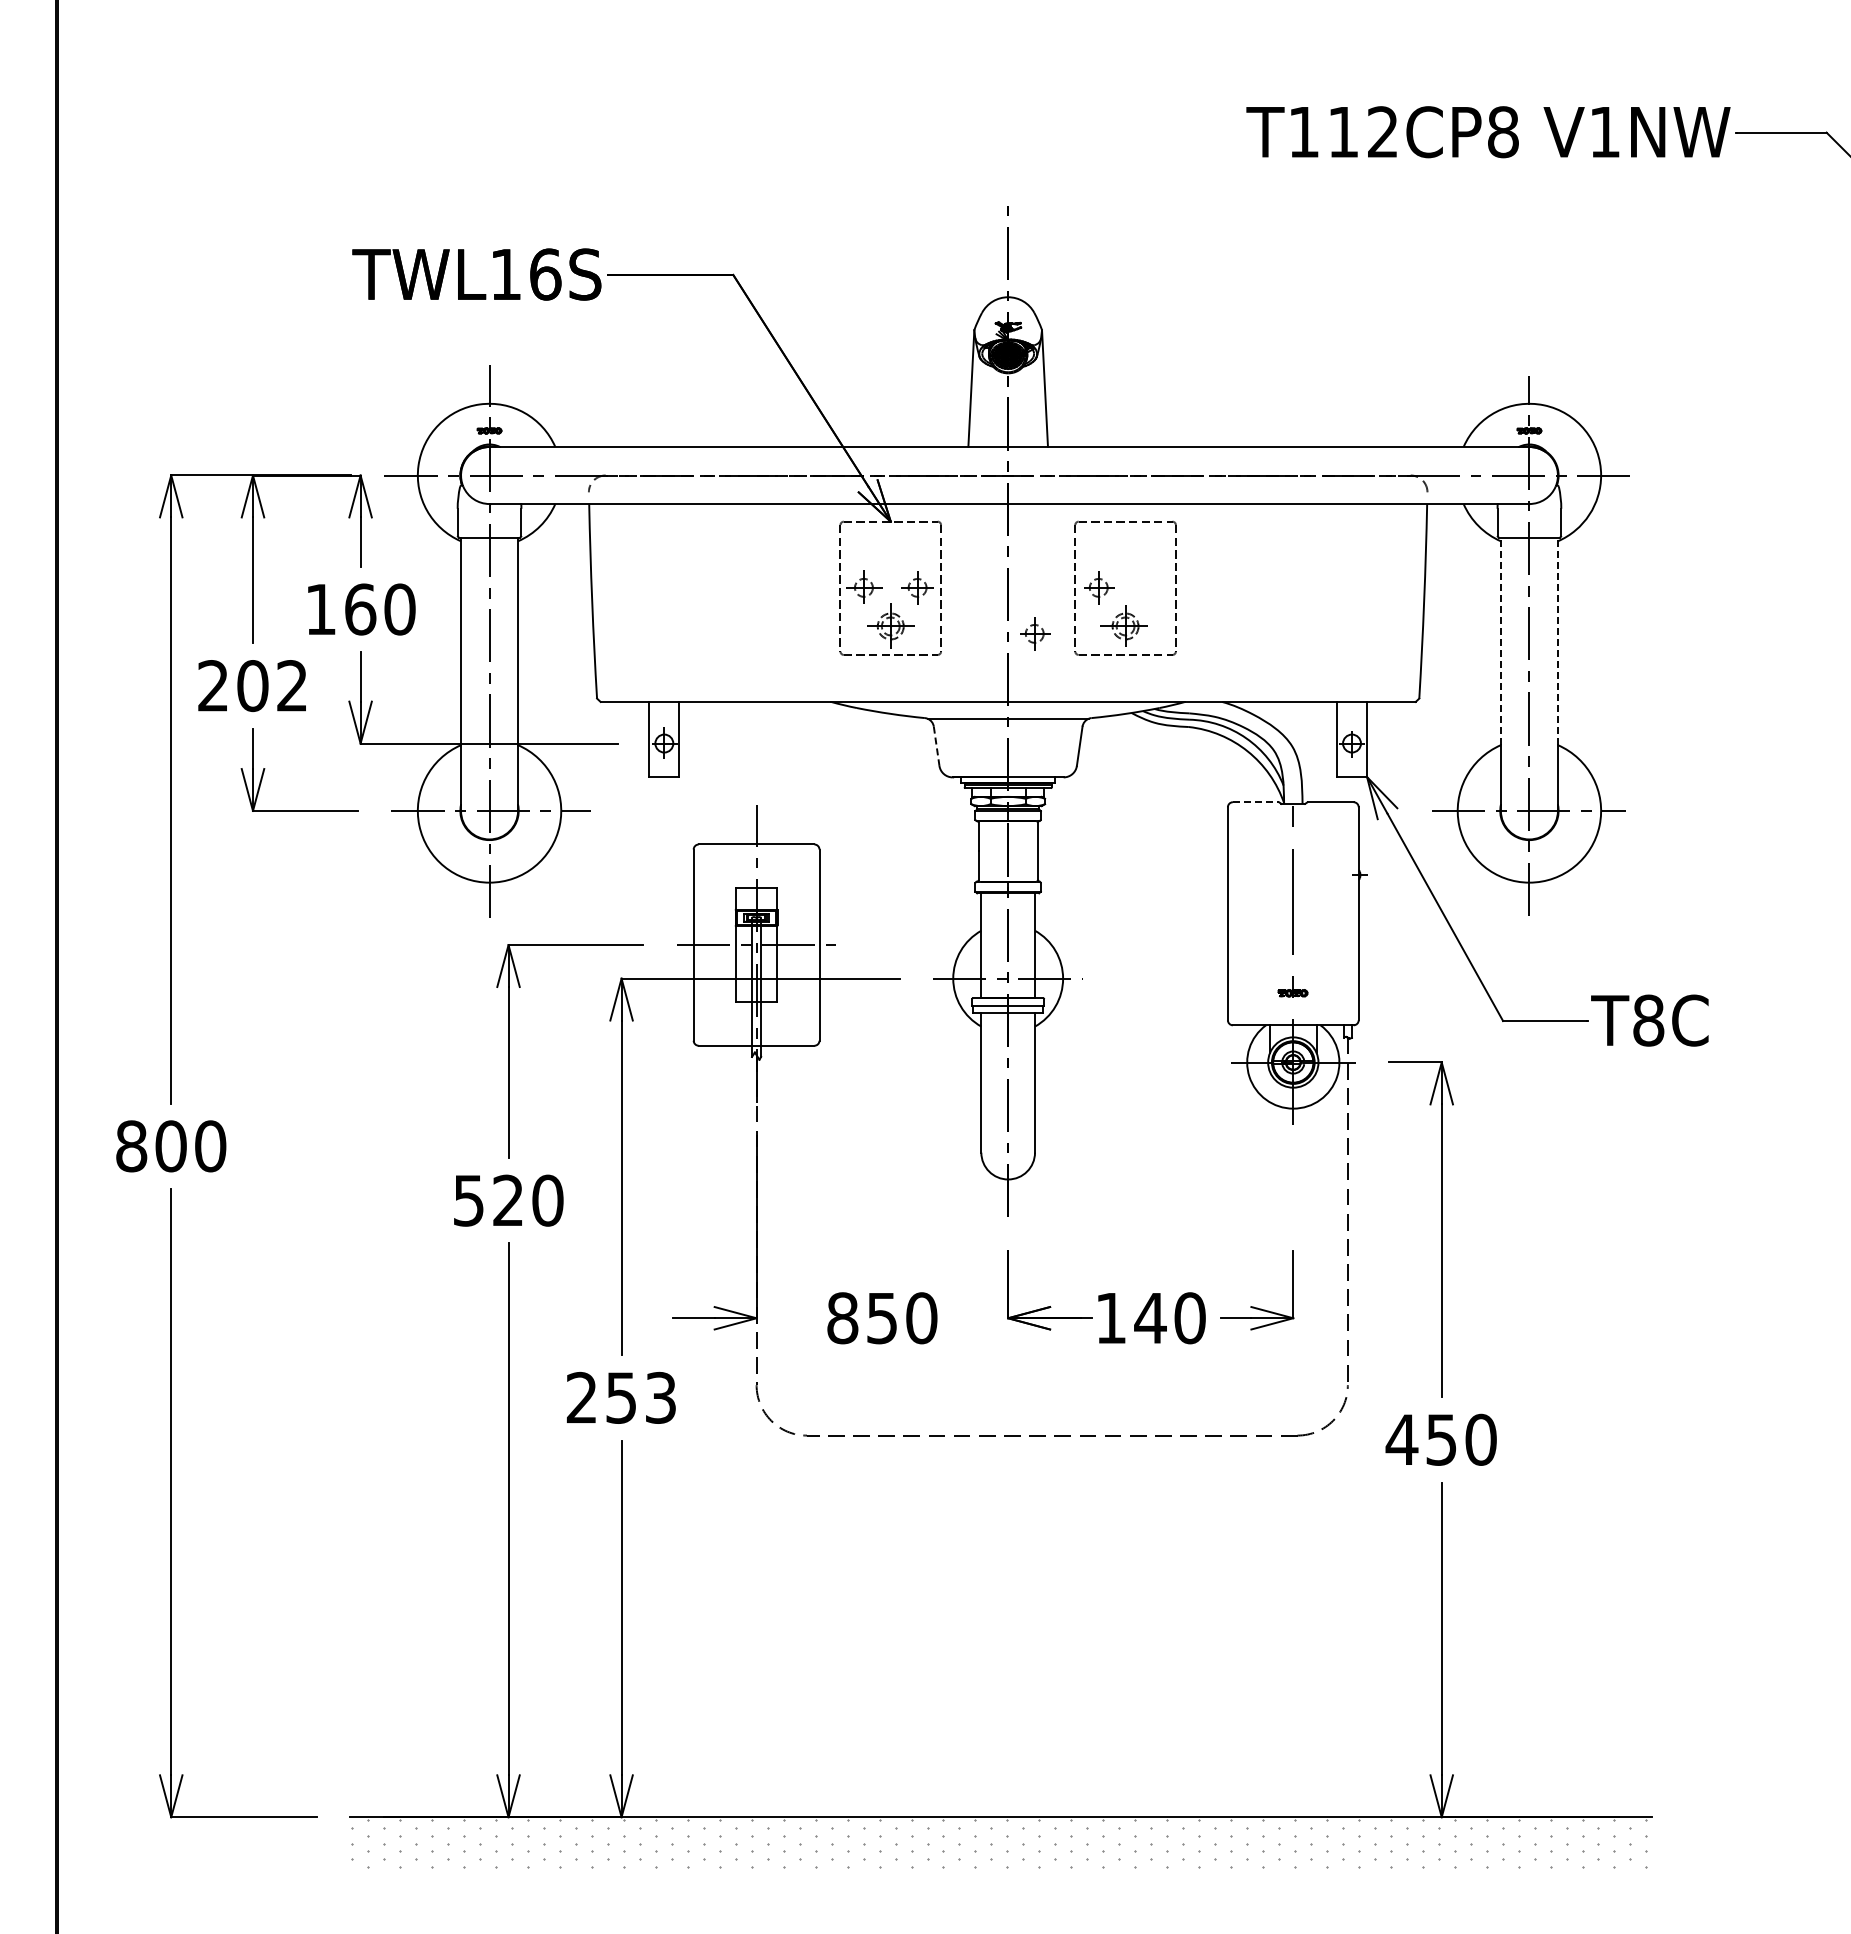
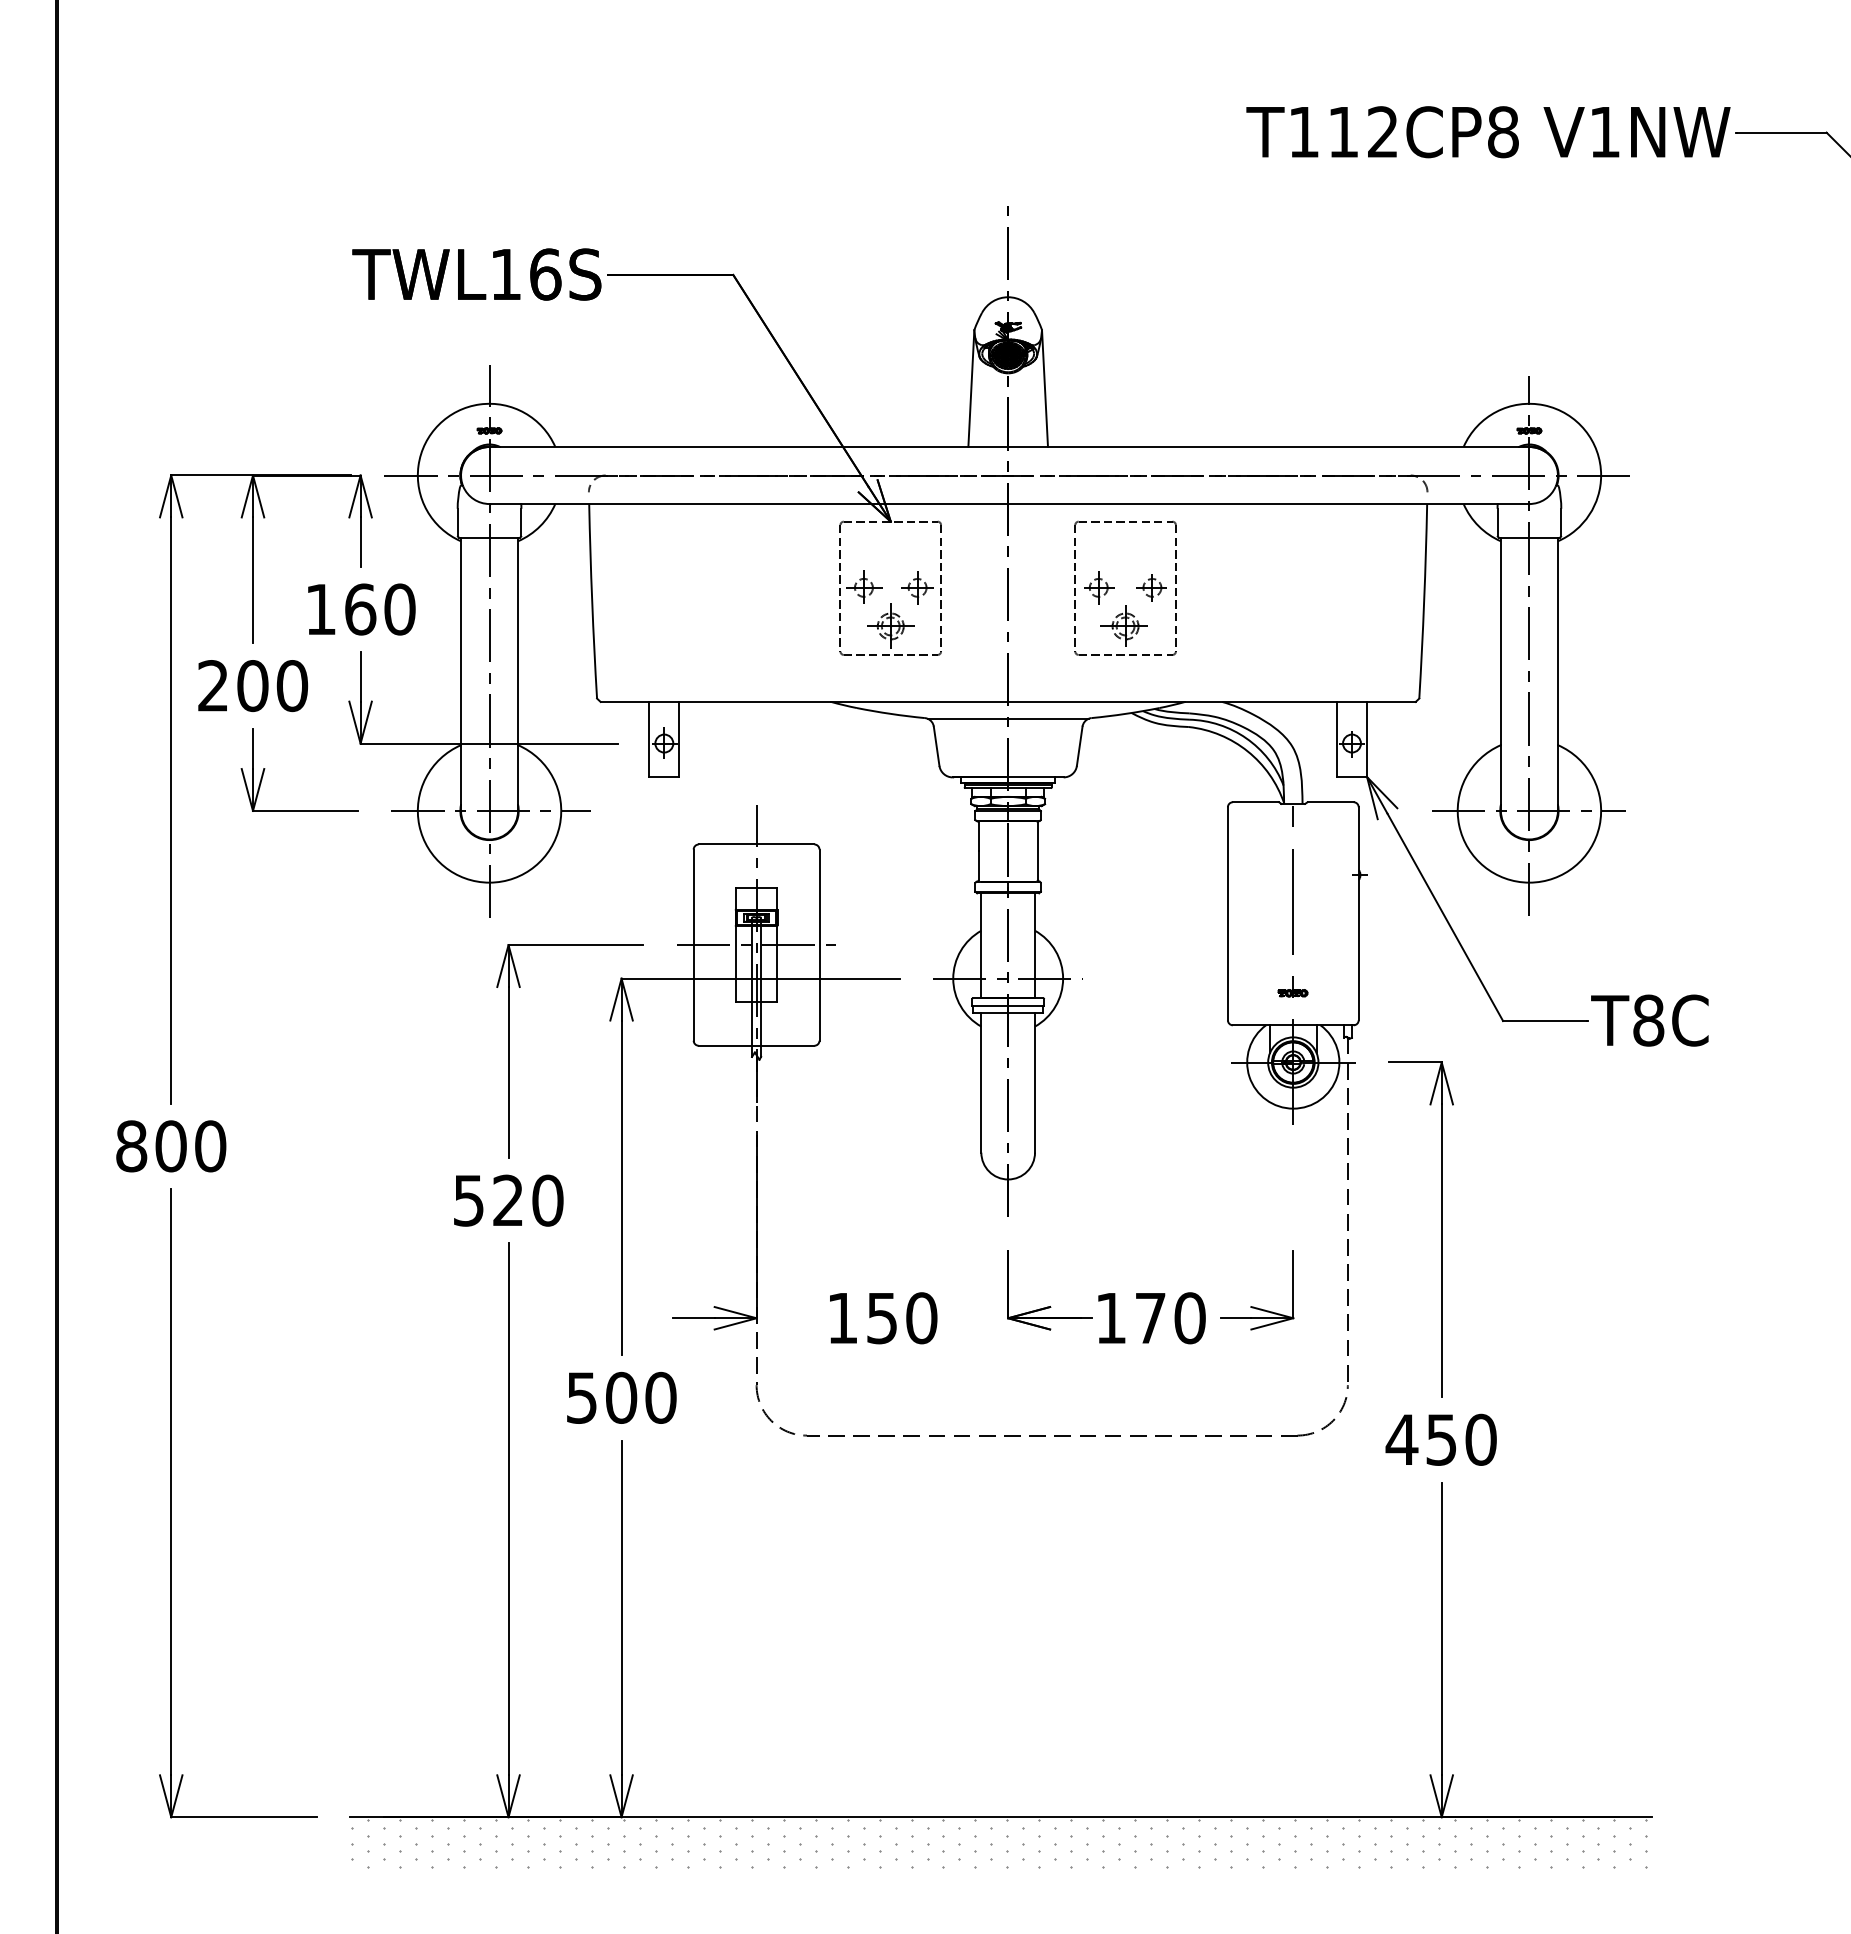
part at (1151, 587): none -> present
part at (1035, 633): present -> none
line at (1500, 641): dashed -> solid
line at (1557, 641): dashed -> solid
text at (292, 686): 202 -> 200
line at (936, 746): dashed -> solid
line at (1256, 802): dashed -> solid
text at (842, 1318): 850 -> 150
text at (1150, 1318): 140 -> 170
text at (621, 1397): 253 -> 500
